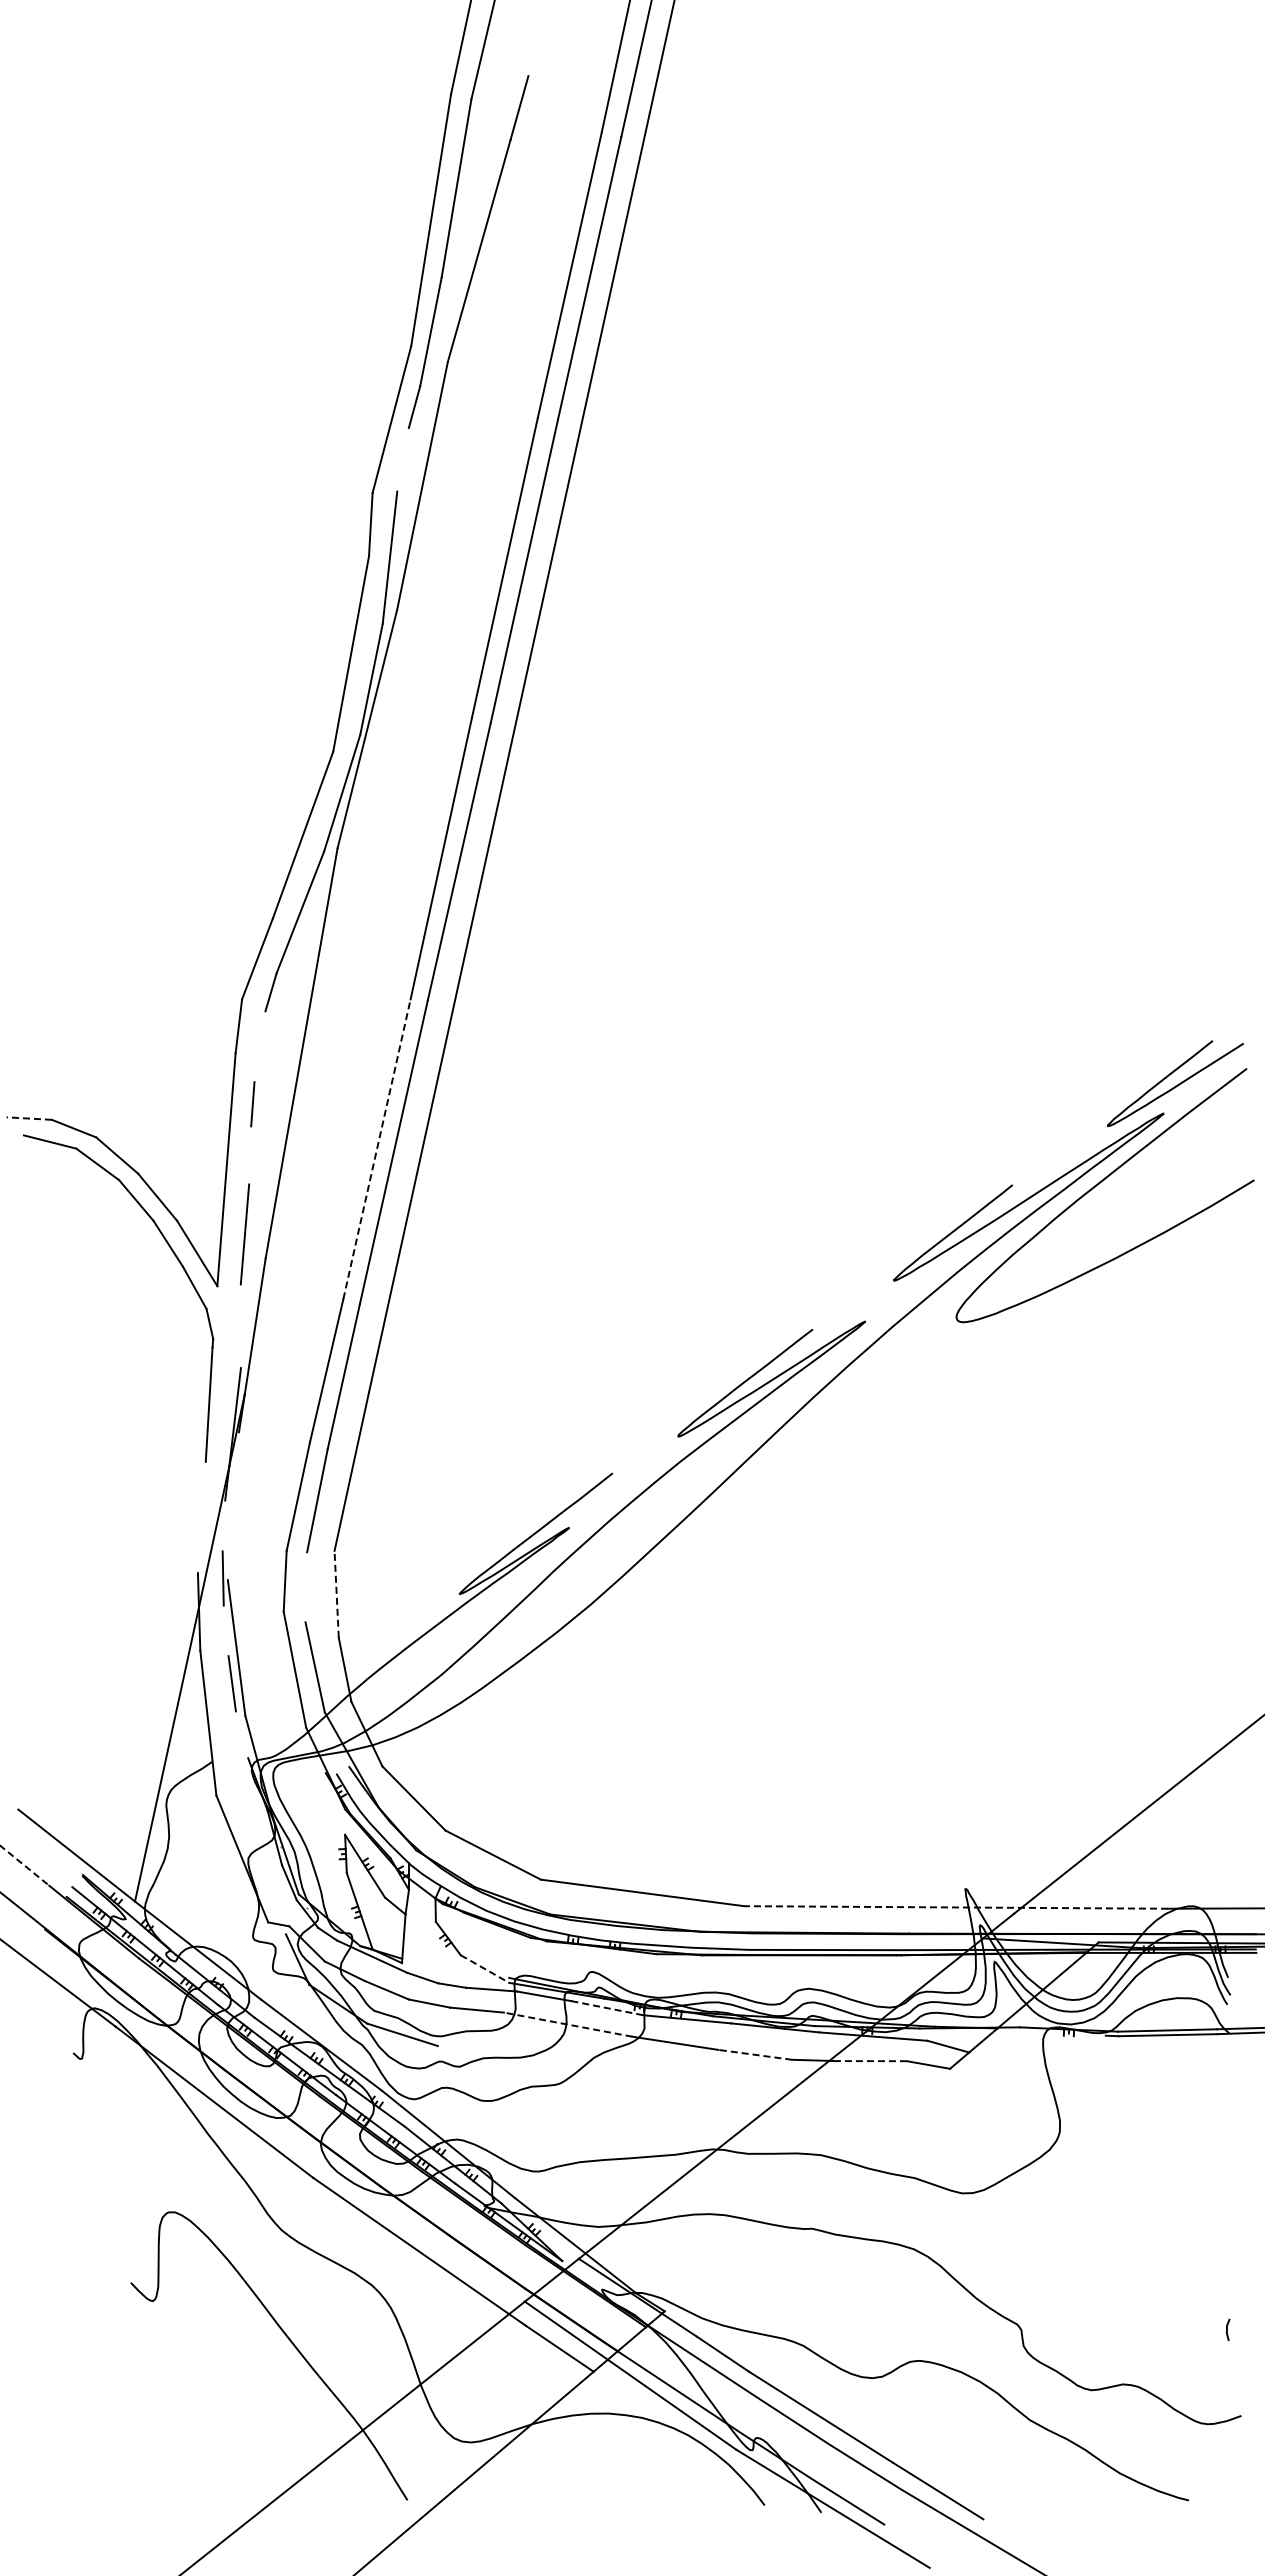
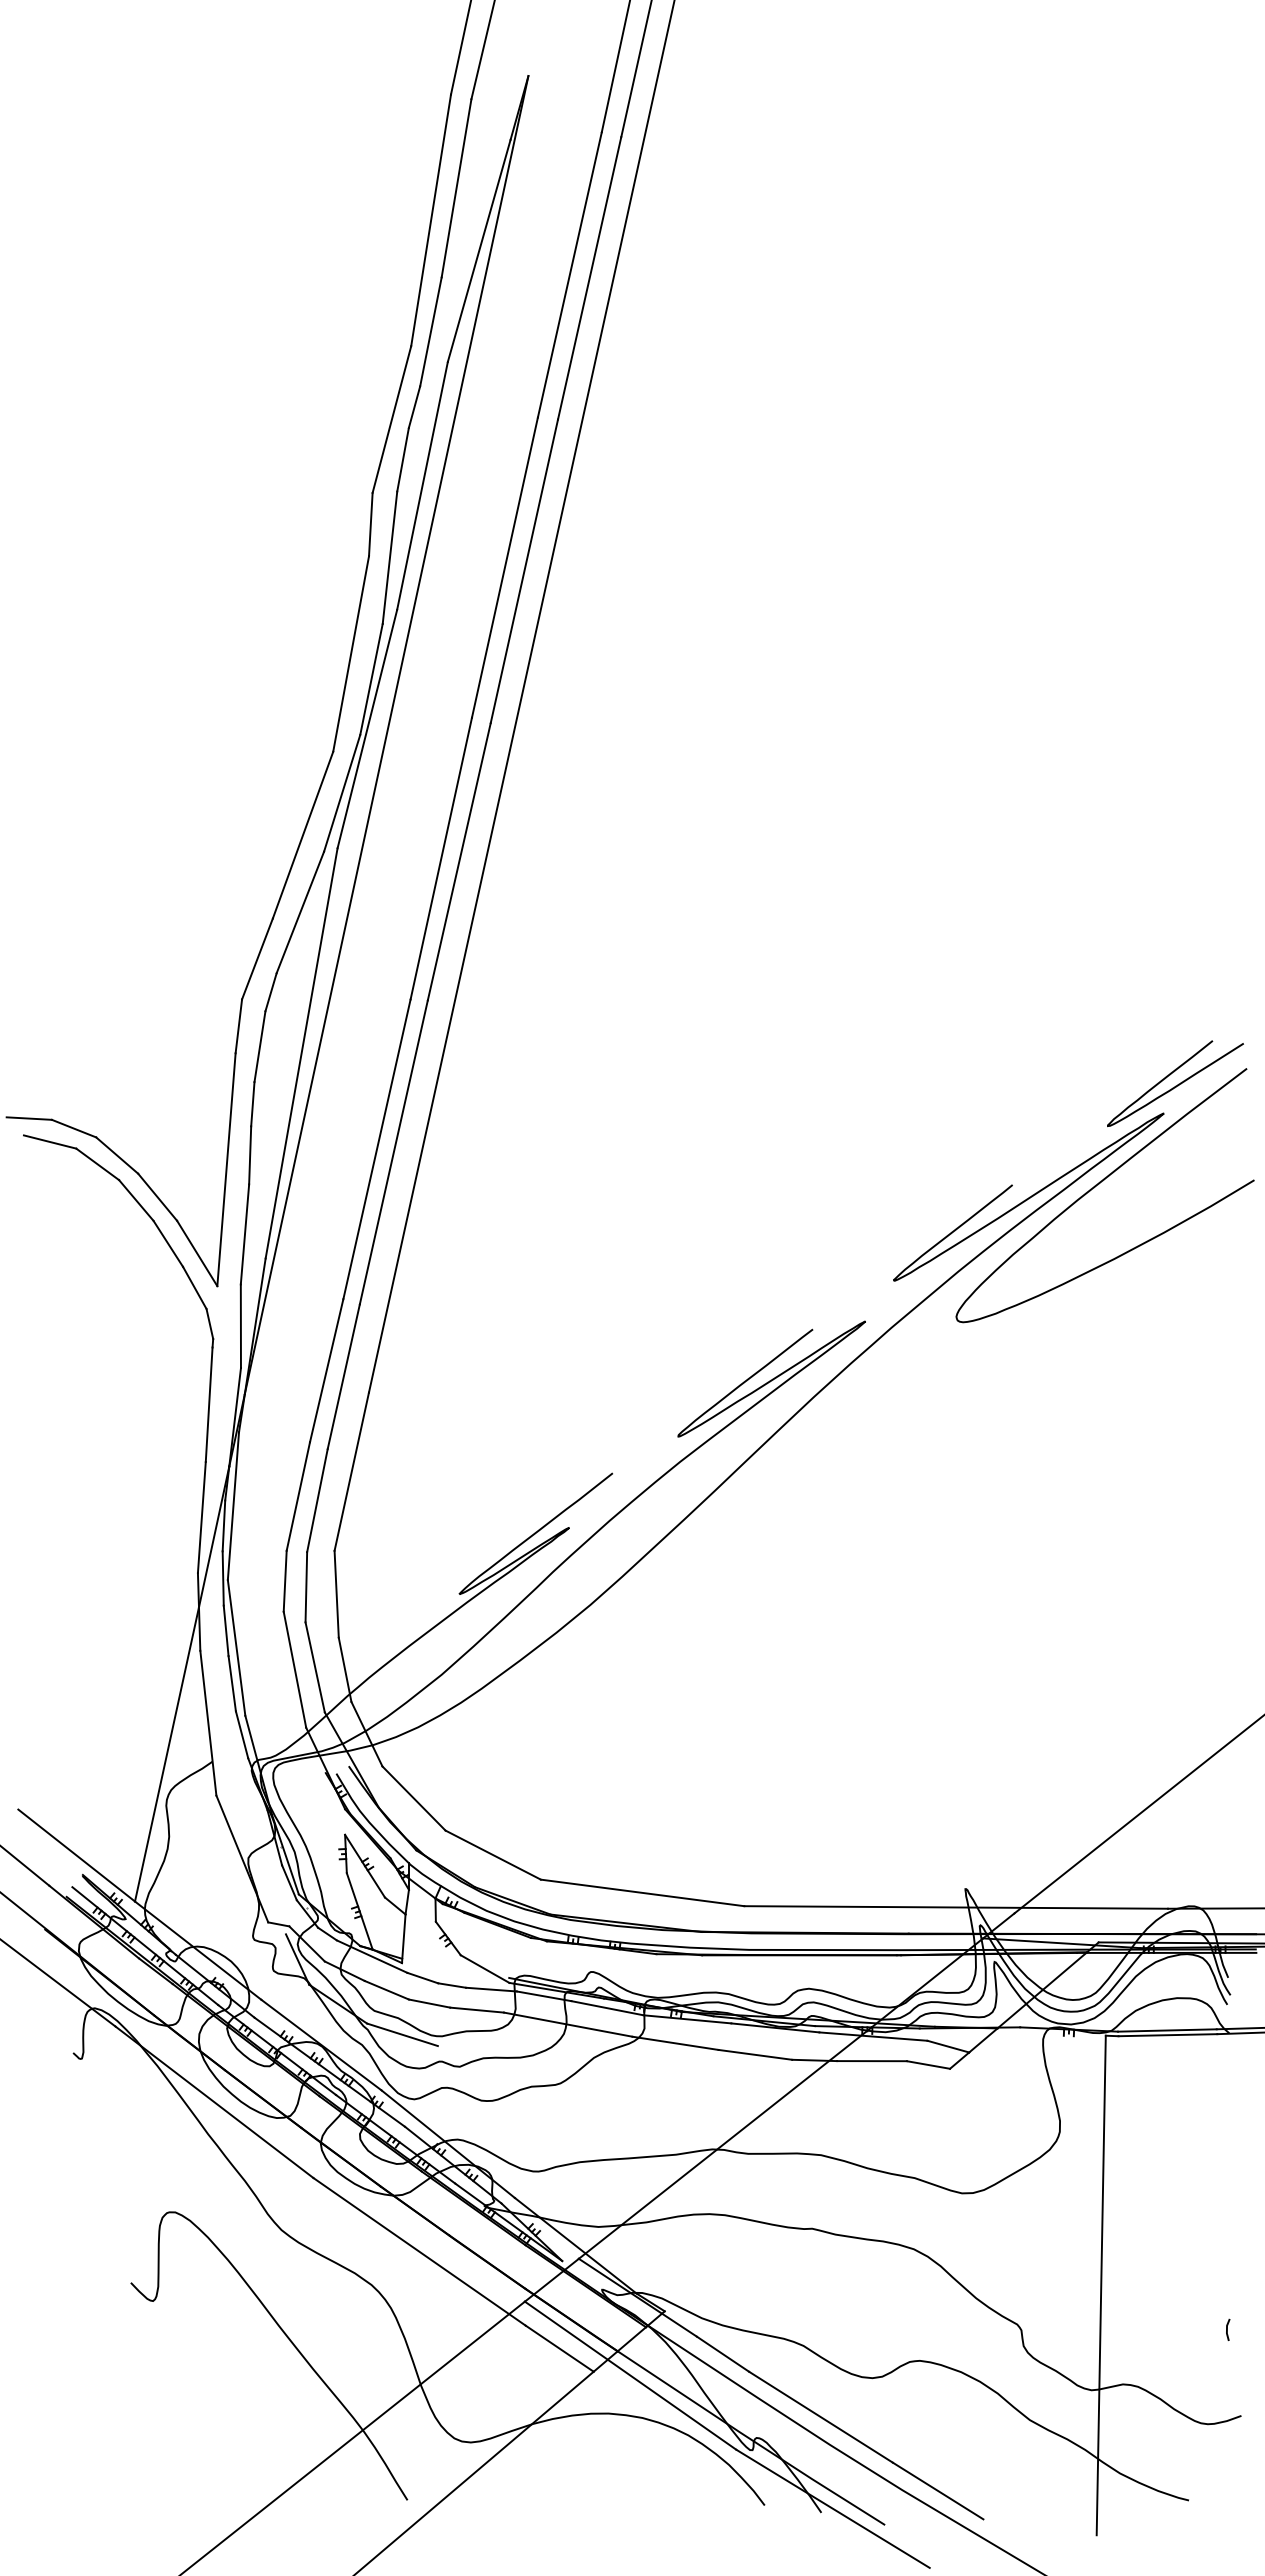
line at (402, 459): none -> present
line at (386, 734): none -> present
line at (259, 1046): none -> present
line at (29, 1118): dashed -> solid
line at (377, 1149): dashed -> solid
line at (250, 1155): none -> present
line at (240, 1326): none -> present
line at (233, 1506): none -> present
line at (201, 1517): none -> present
line at (223, 1525): none -> present
line at (306, 1587): none -> present
line at (336, 1593): dashed -> solid
line at (225, 1630): none -> present
line at (241, 1734): none -> present
line at (24, 1865): dashed -> solid
line at (956, 1907): dashed -> solid
line at (485, 1969): dashed -> solid
line at (607, 2008): dashed -> solid
line at (567, 2024): dashed -> solid
line at (754, 2054): dashed -> solid
line at (872, 2061): dashed -> solid
line at (1100, 2285): none -> present
